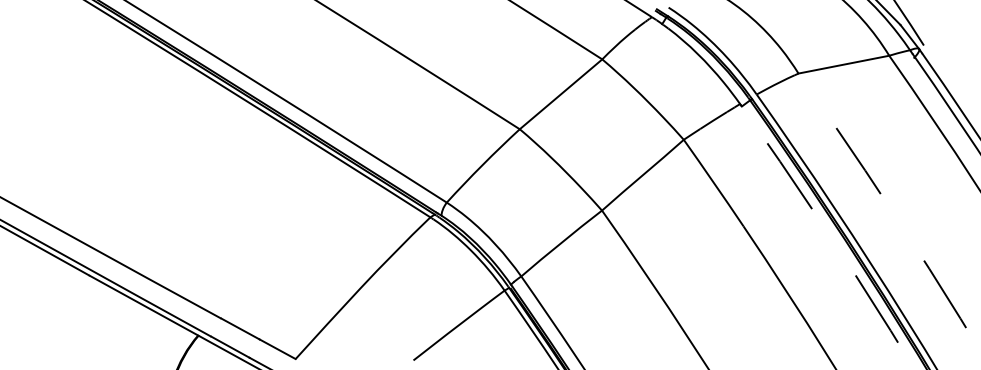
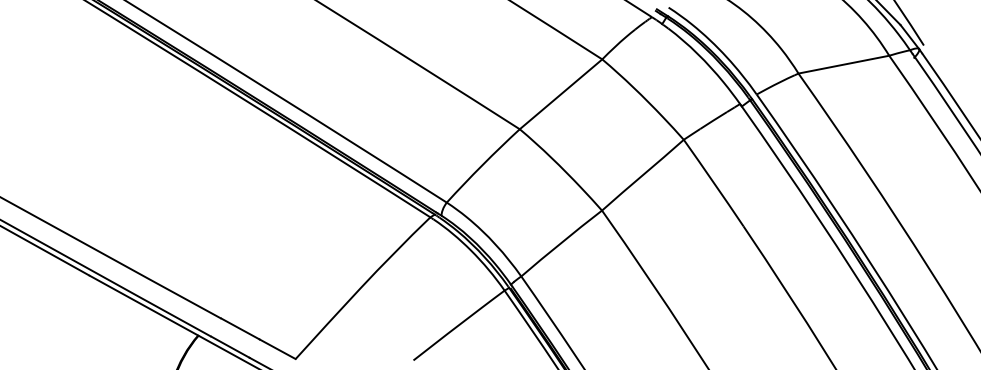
arc at (892, 211): dashed -> solid
arc at (830, 236): dashed -> solid
